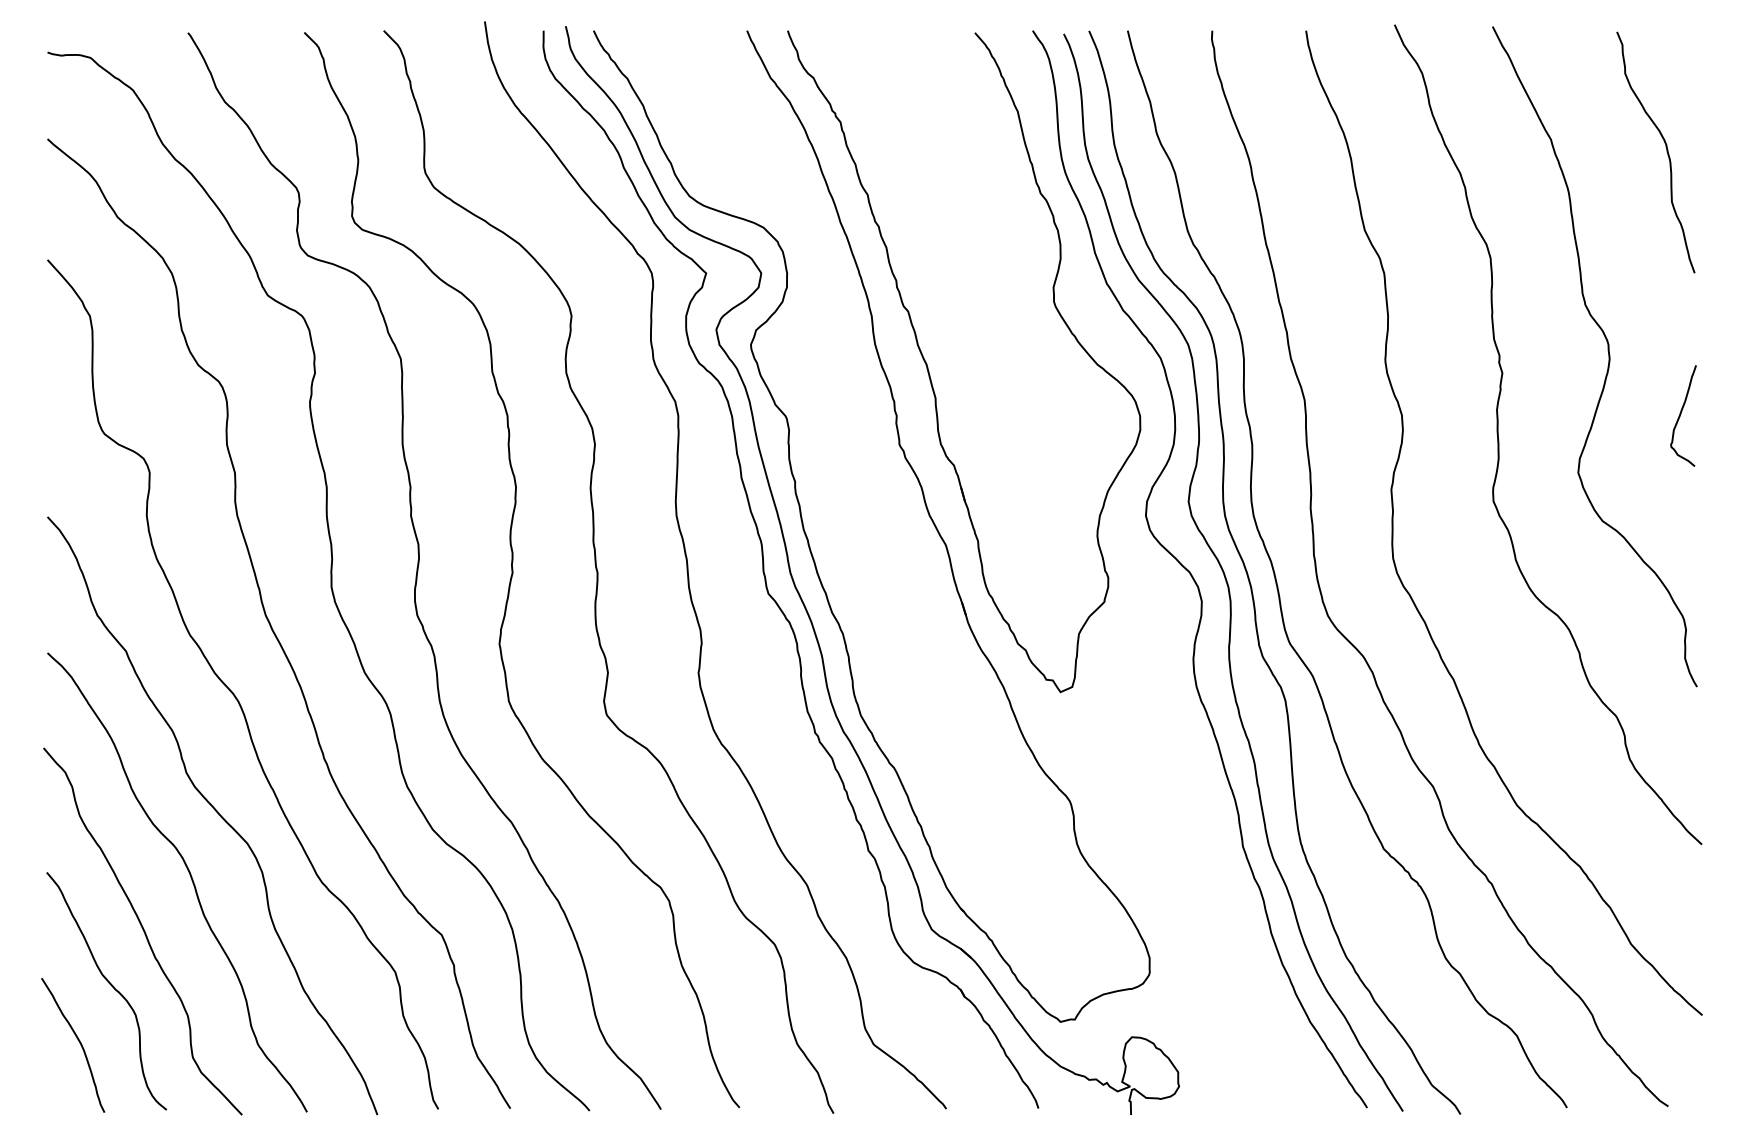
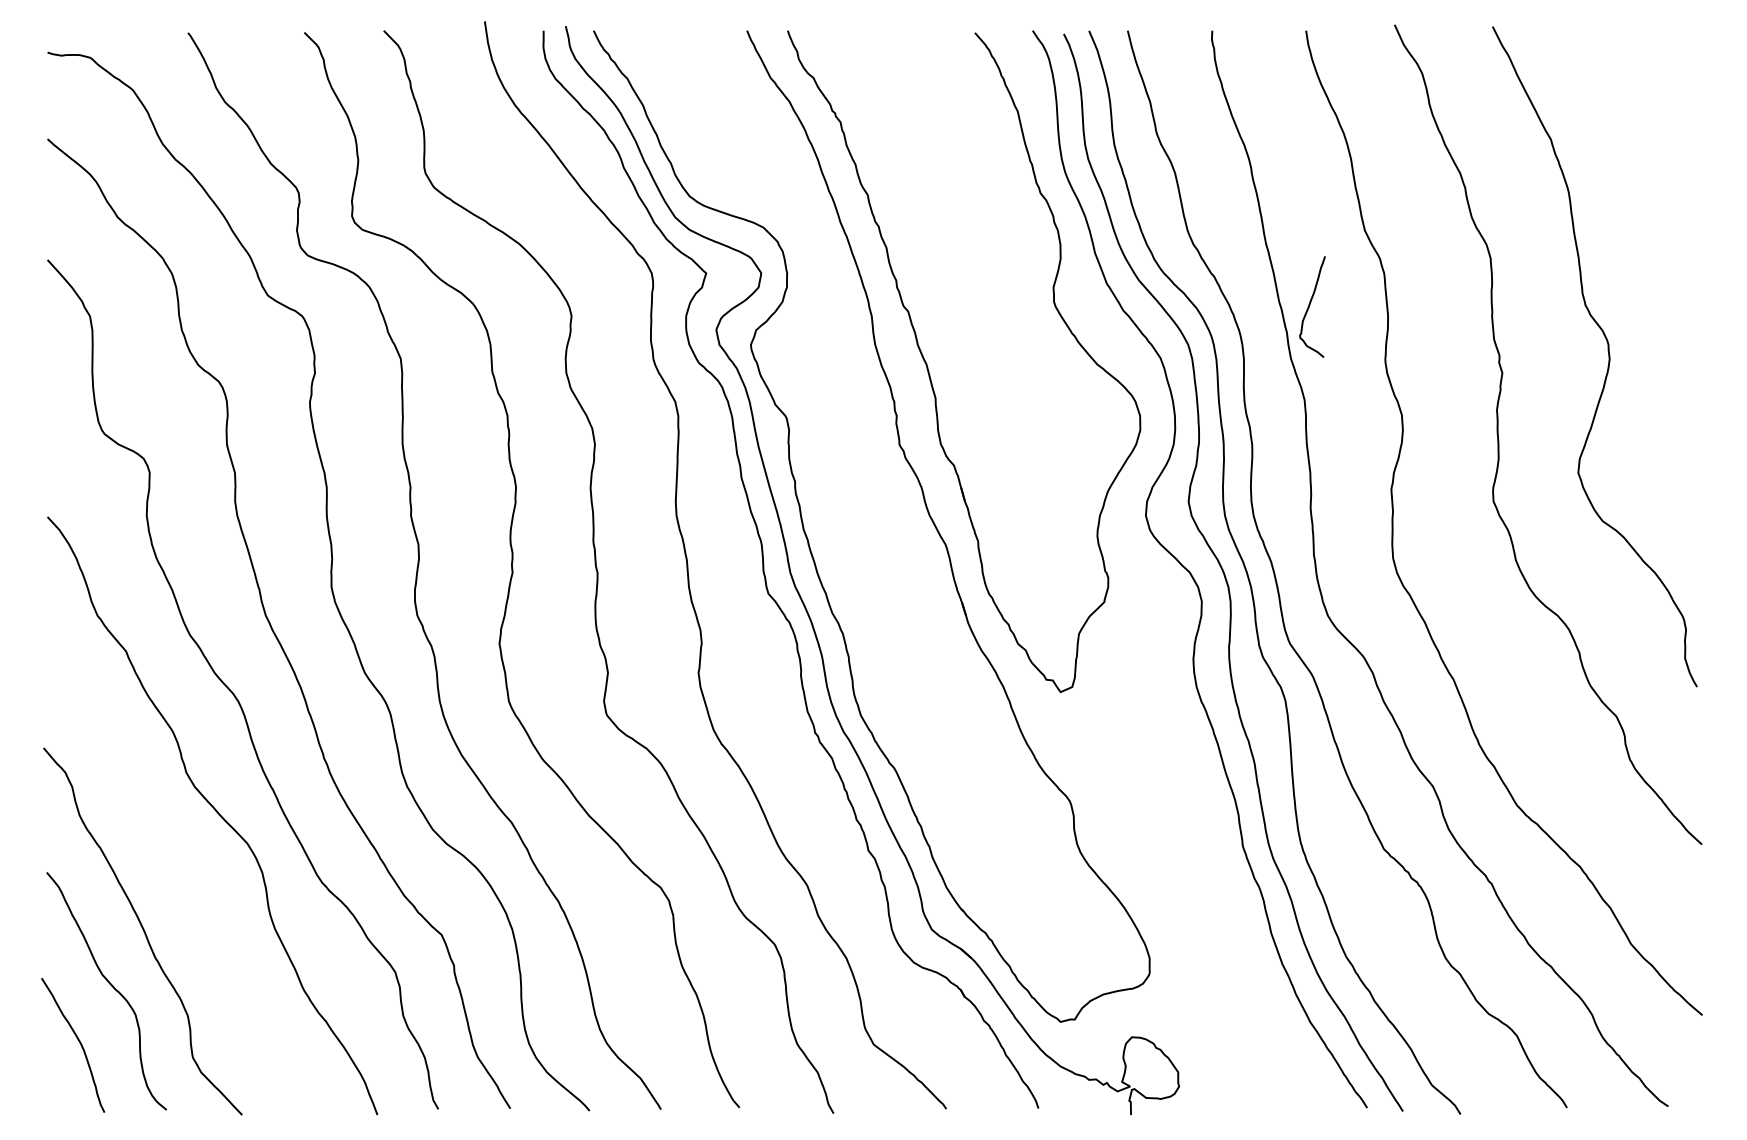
curve at (1666, 152): present -> none
curve at (1681, 414) position: (1681, 414) -> (1310, 305)
curve at (190, 878): present -> none
